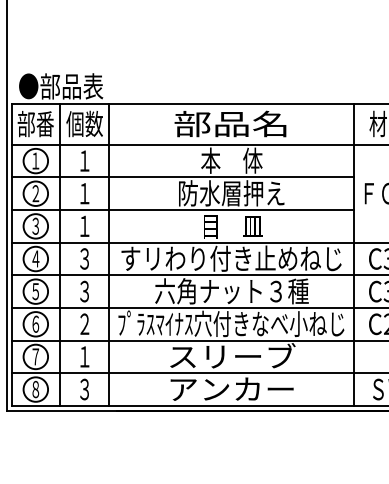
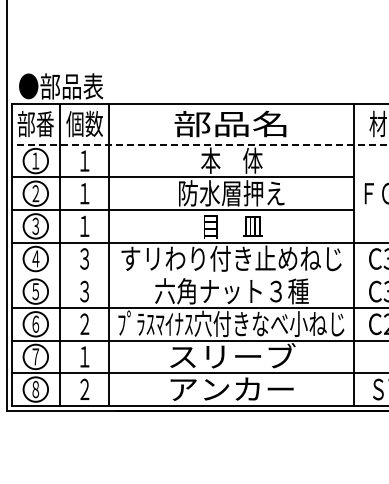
line at (199, 144): solid -> dashed
line at (198, 275): present -> none
text at (84, 389): ３ -> ２
